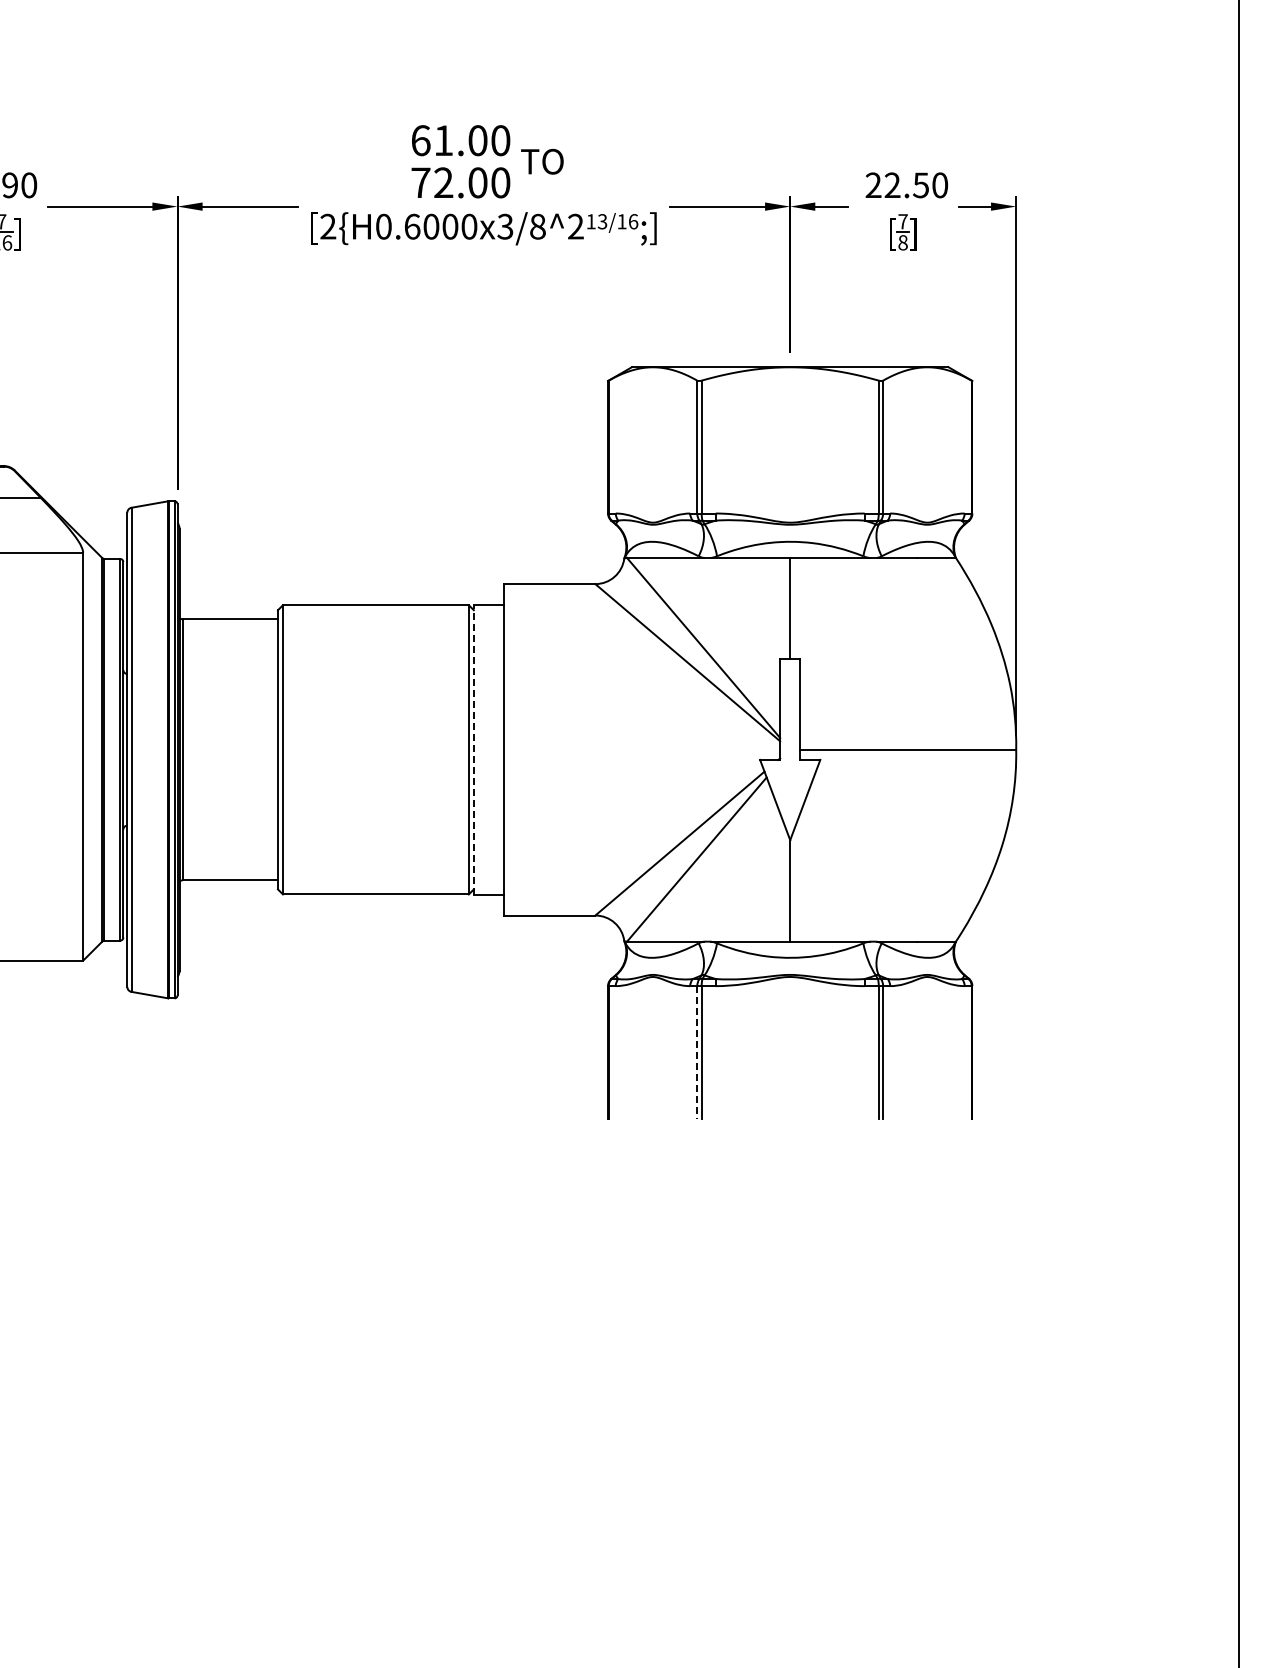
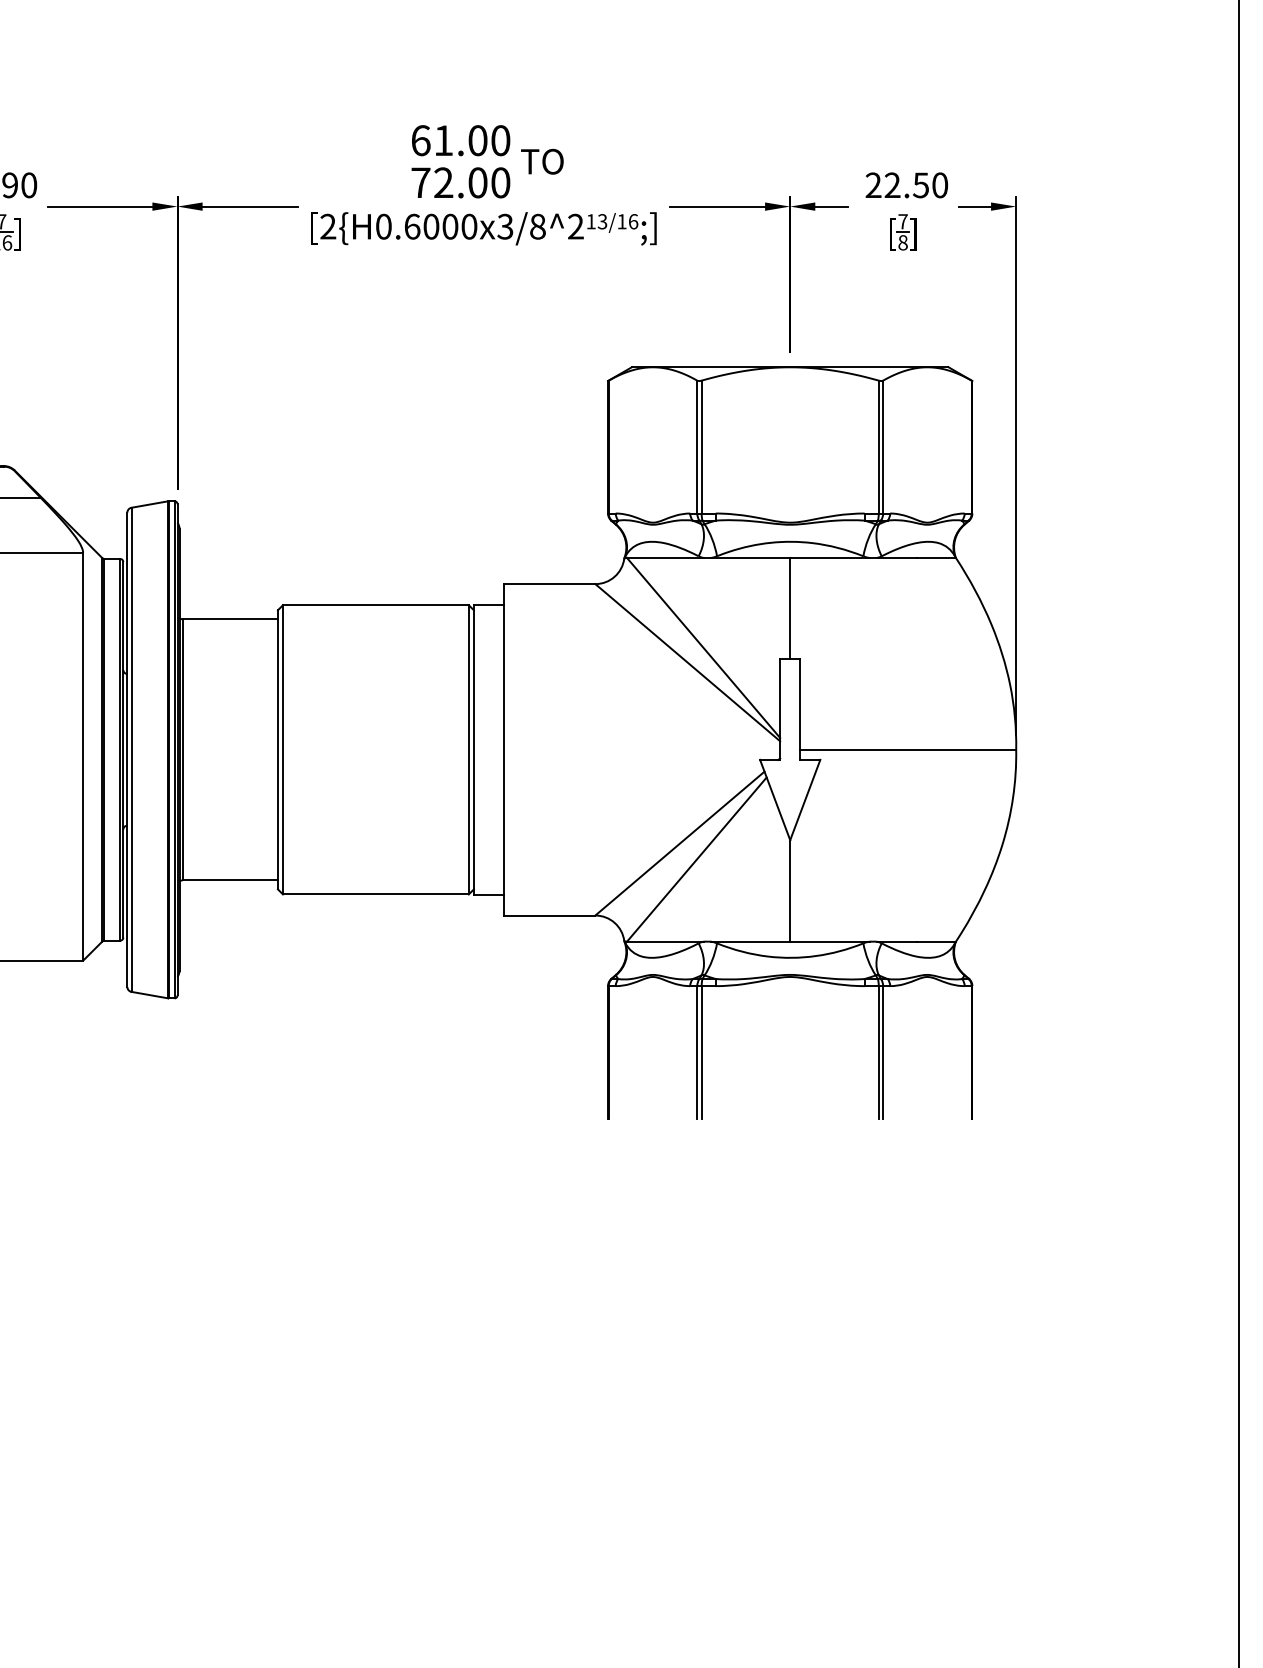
line at (473, 749): dashed -> solid
line at (697, 1053): dashed -> solid
